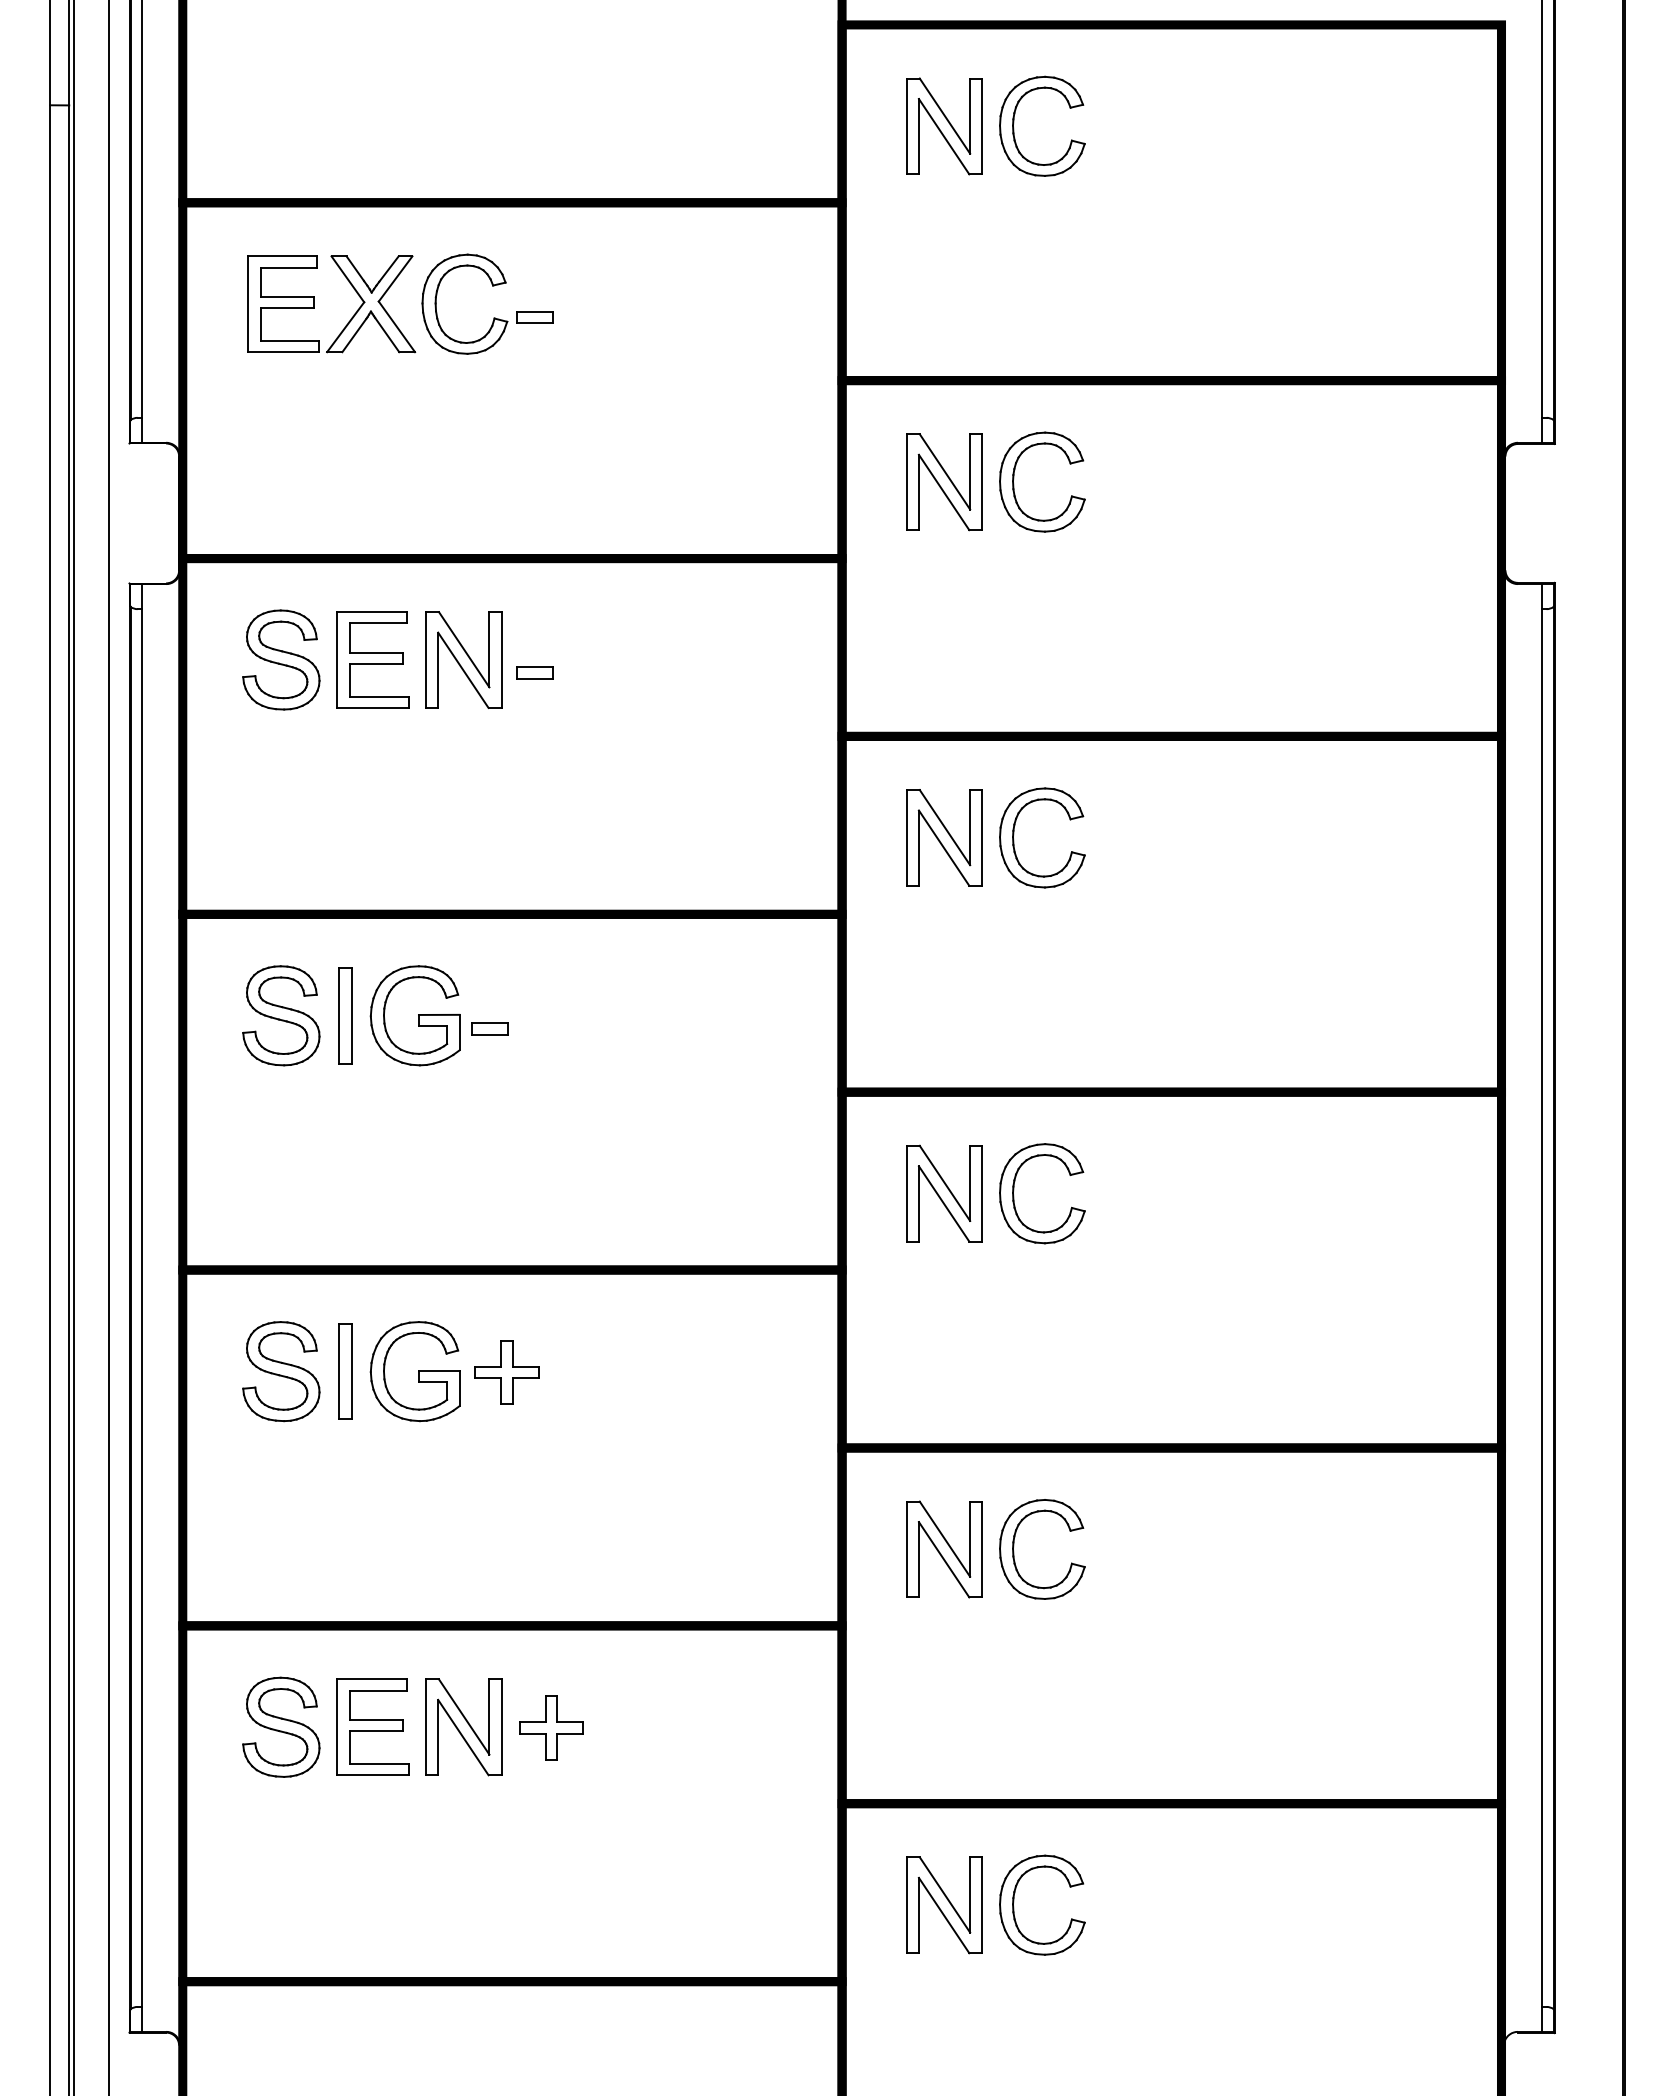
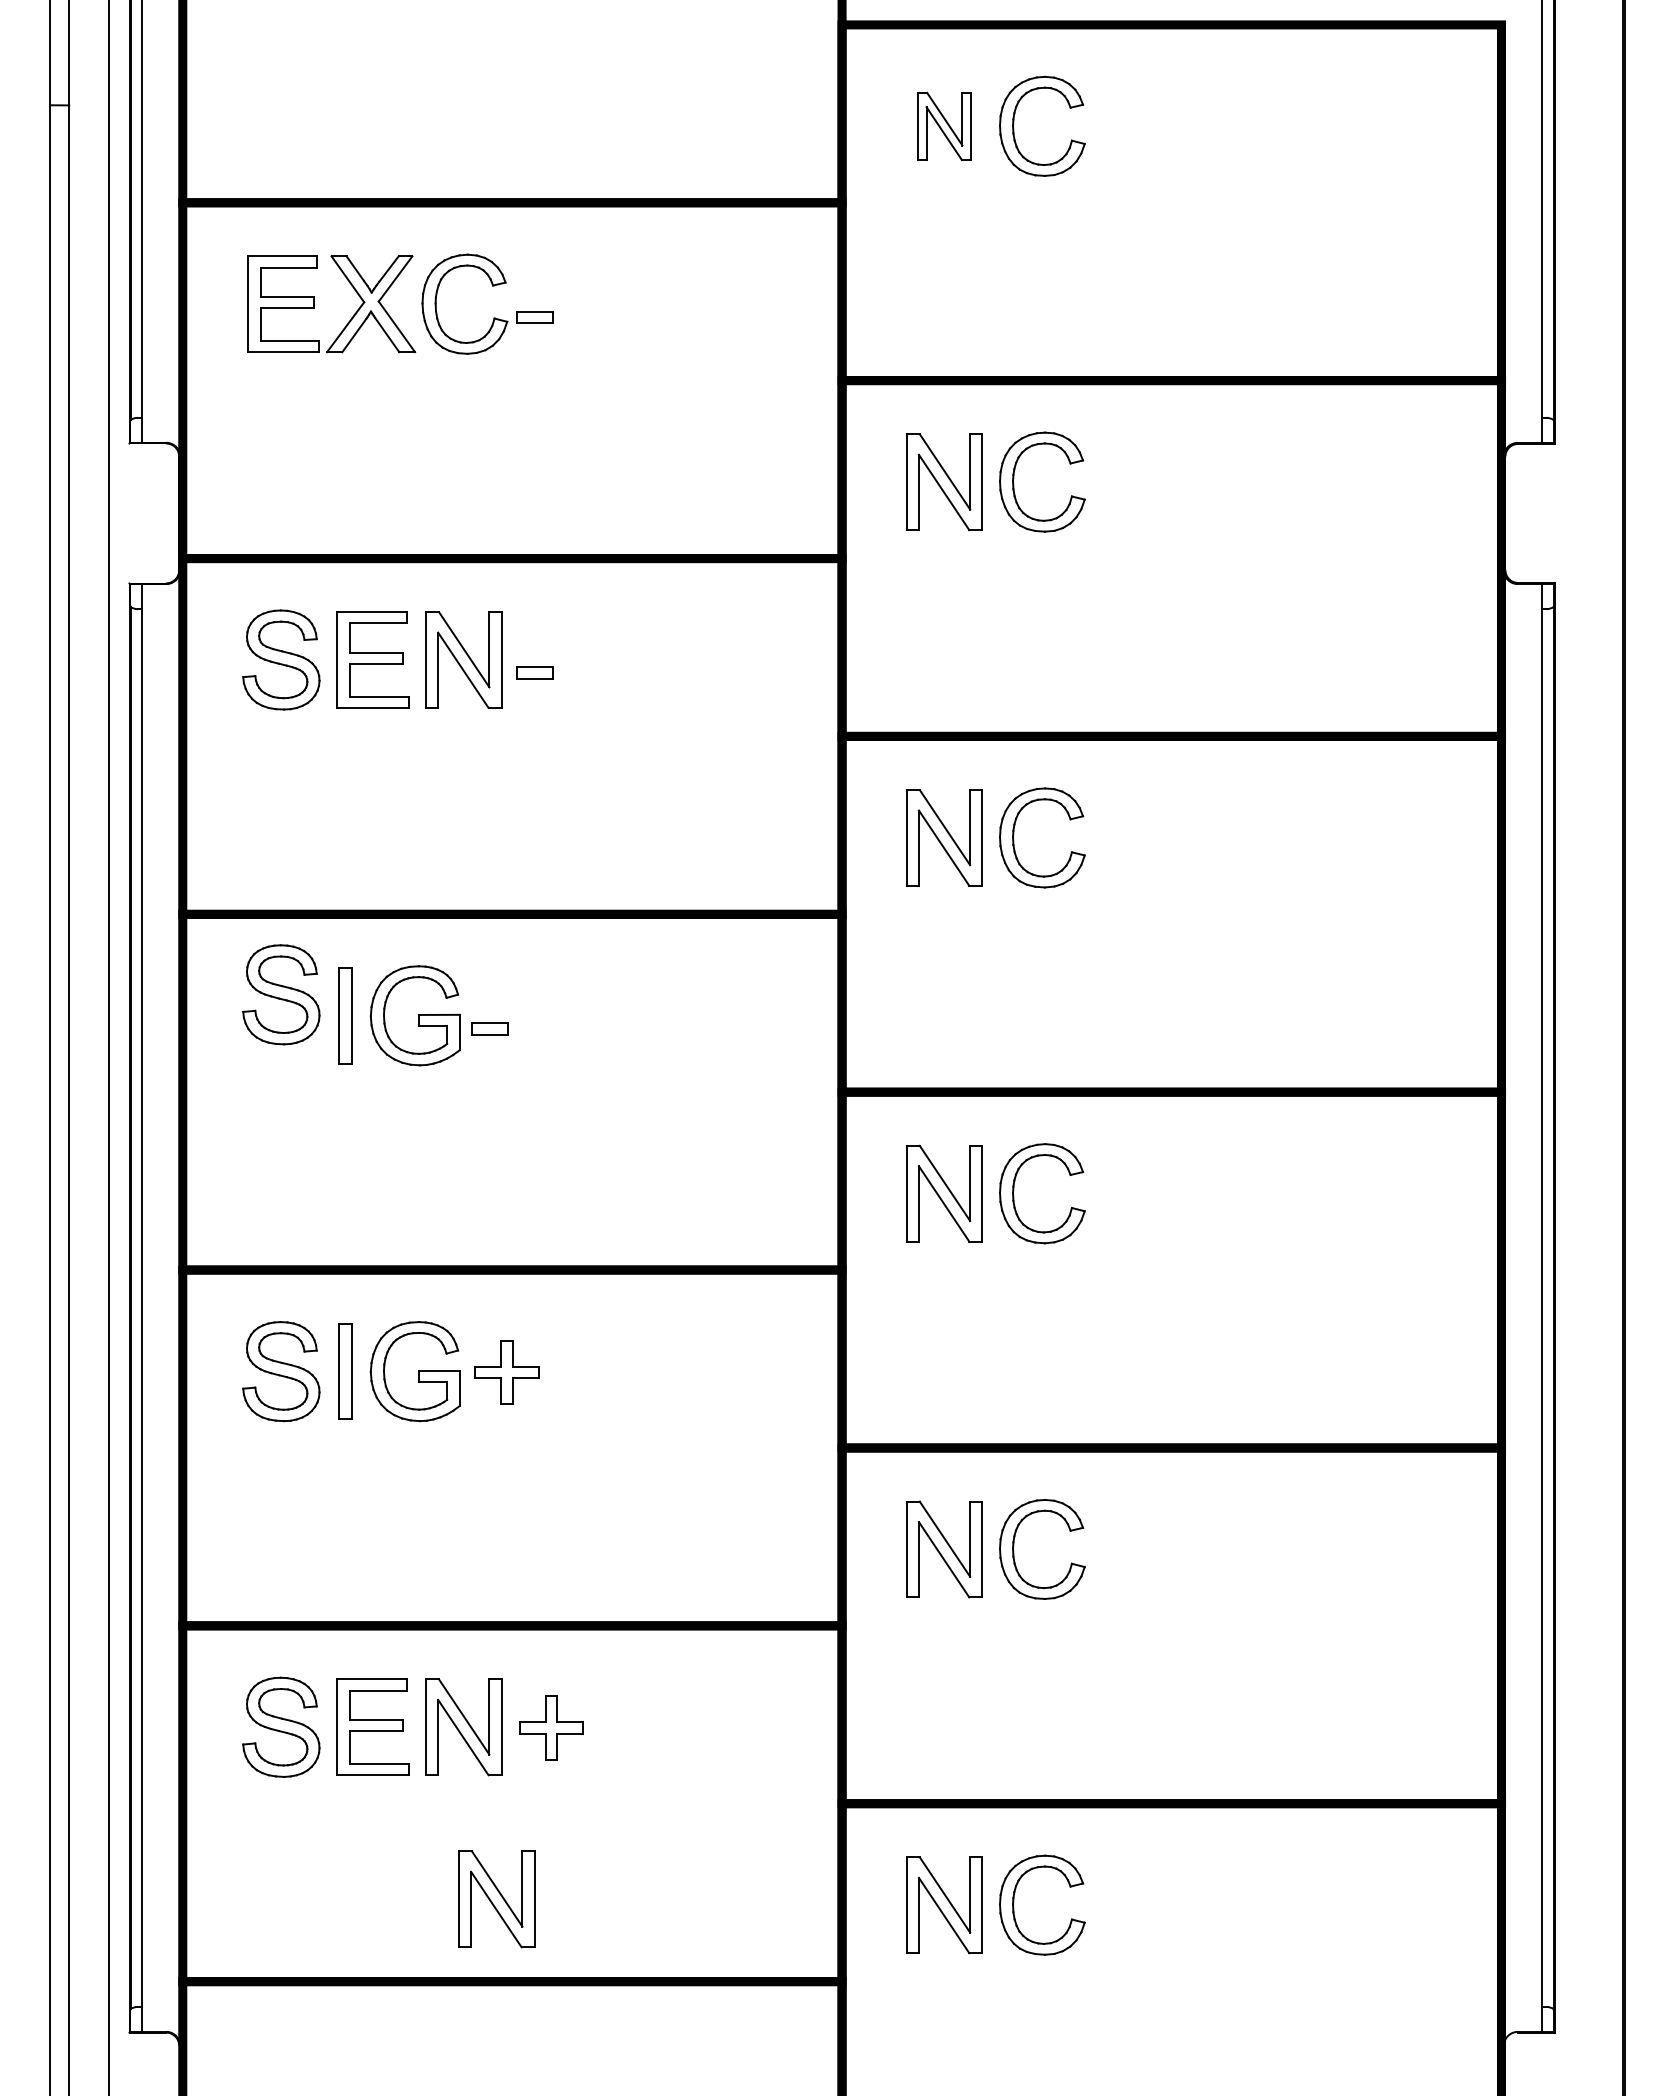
part at (944, 126) size: 77x99 px -> 55x70 px
part at (281, 1015) position: (281, 1015) -> (281, 994)
line at (74, 1047): present -> none
part at (496, 1899): none -> present
